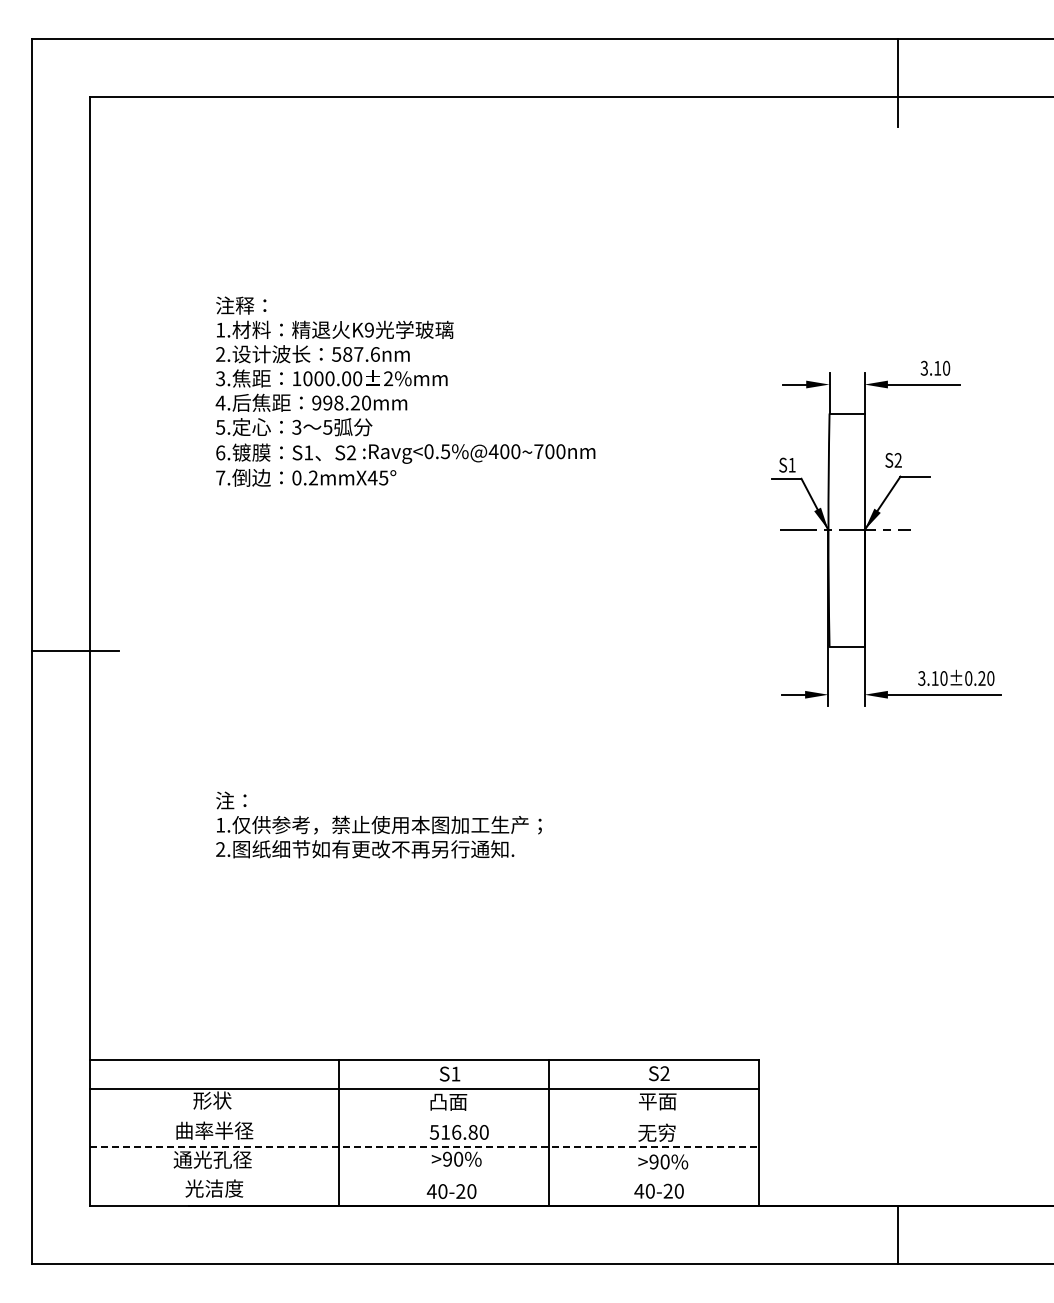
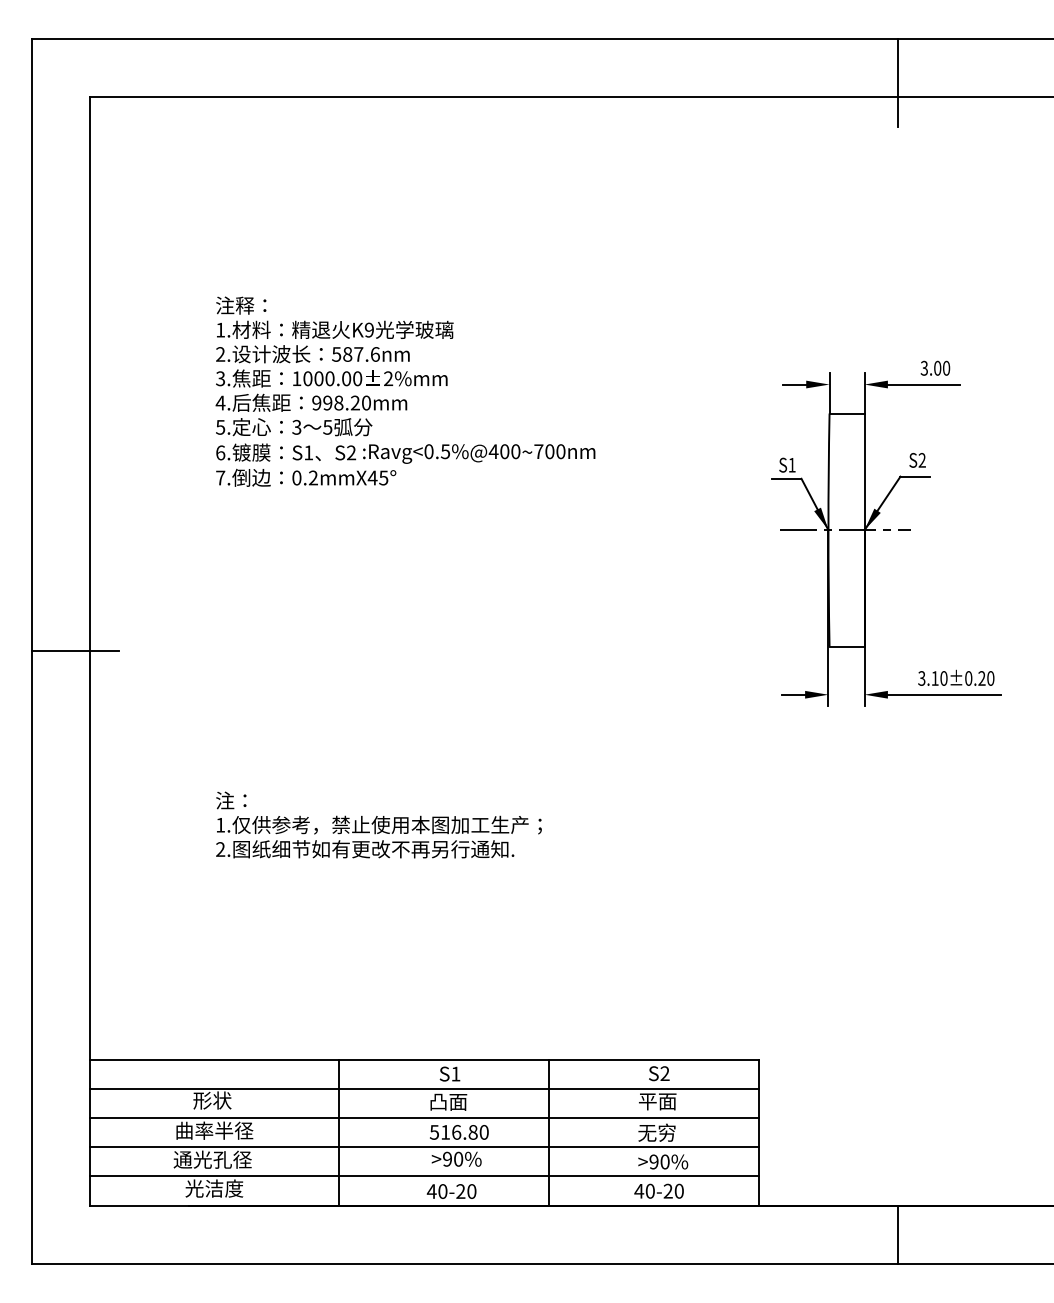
text at (937, 367): 3.10 -> 3.00
text at (893, 460) position: (893, 460) -> (917, 460)
line at (424, 1118): none -> present
line at (424, 1147): dashed -> solid
line at (424, 1176): none -> present
